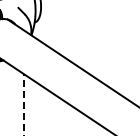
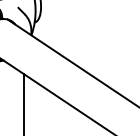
line at (24, 105): dashed -> solid
